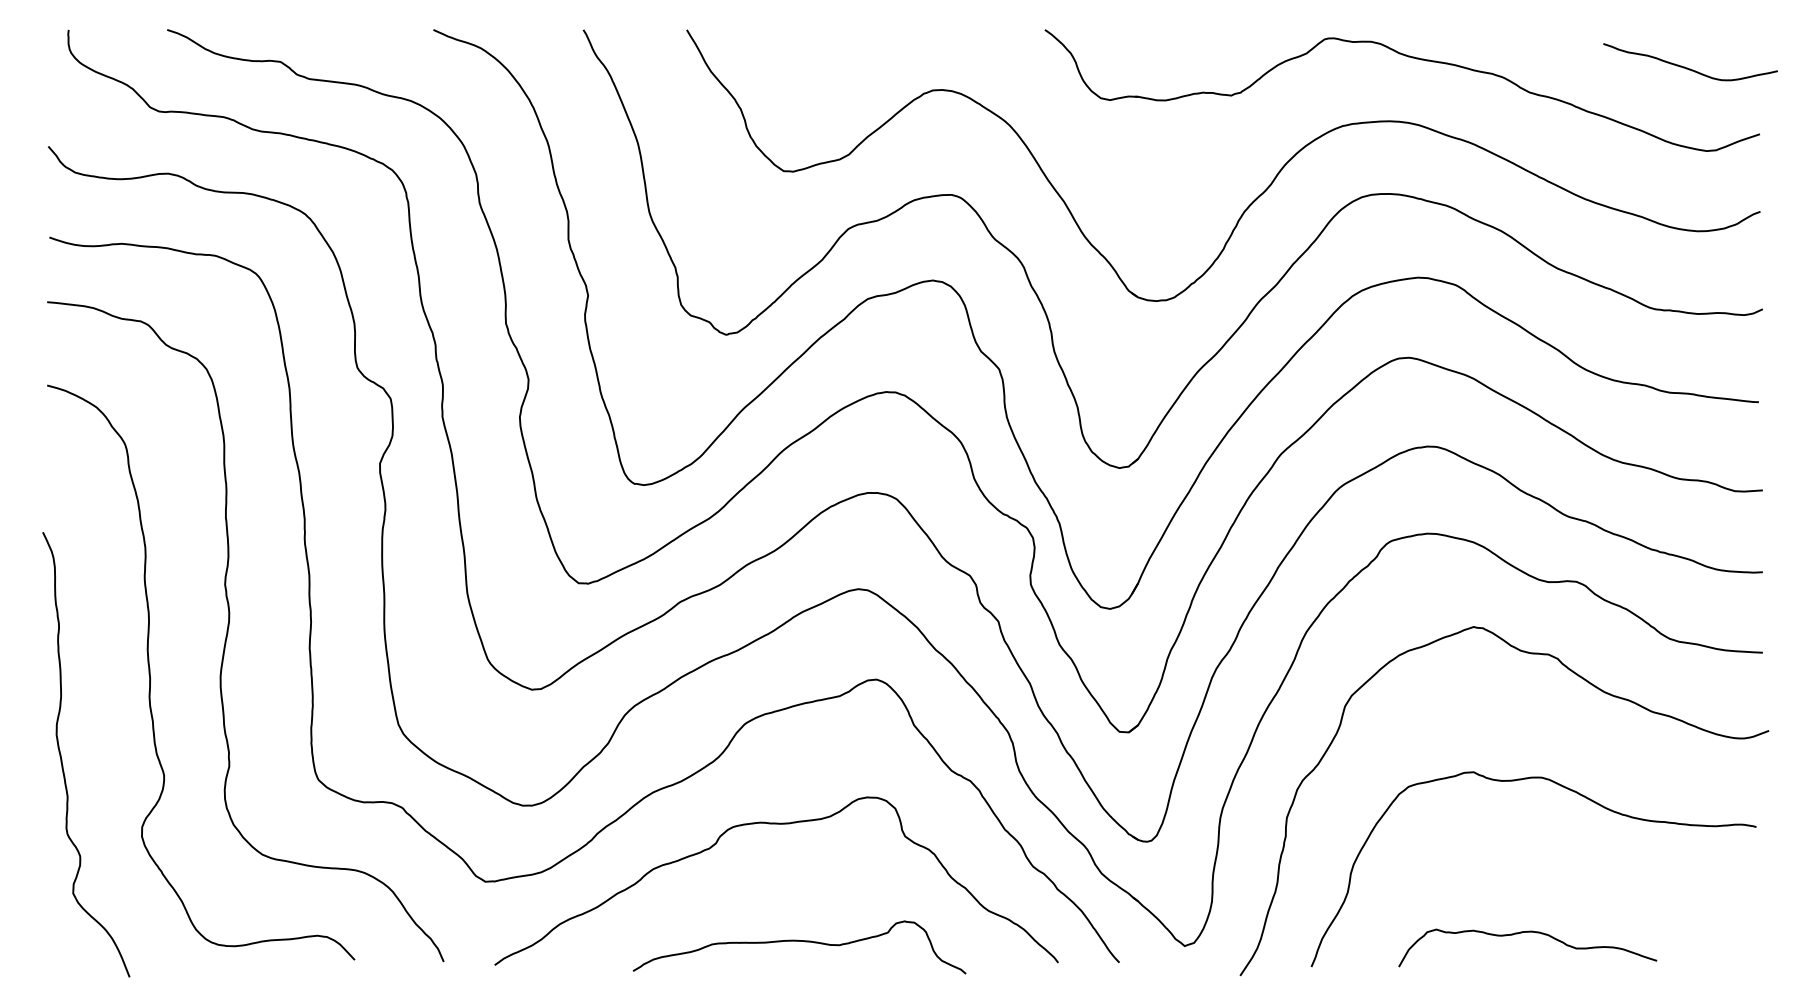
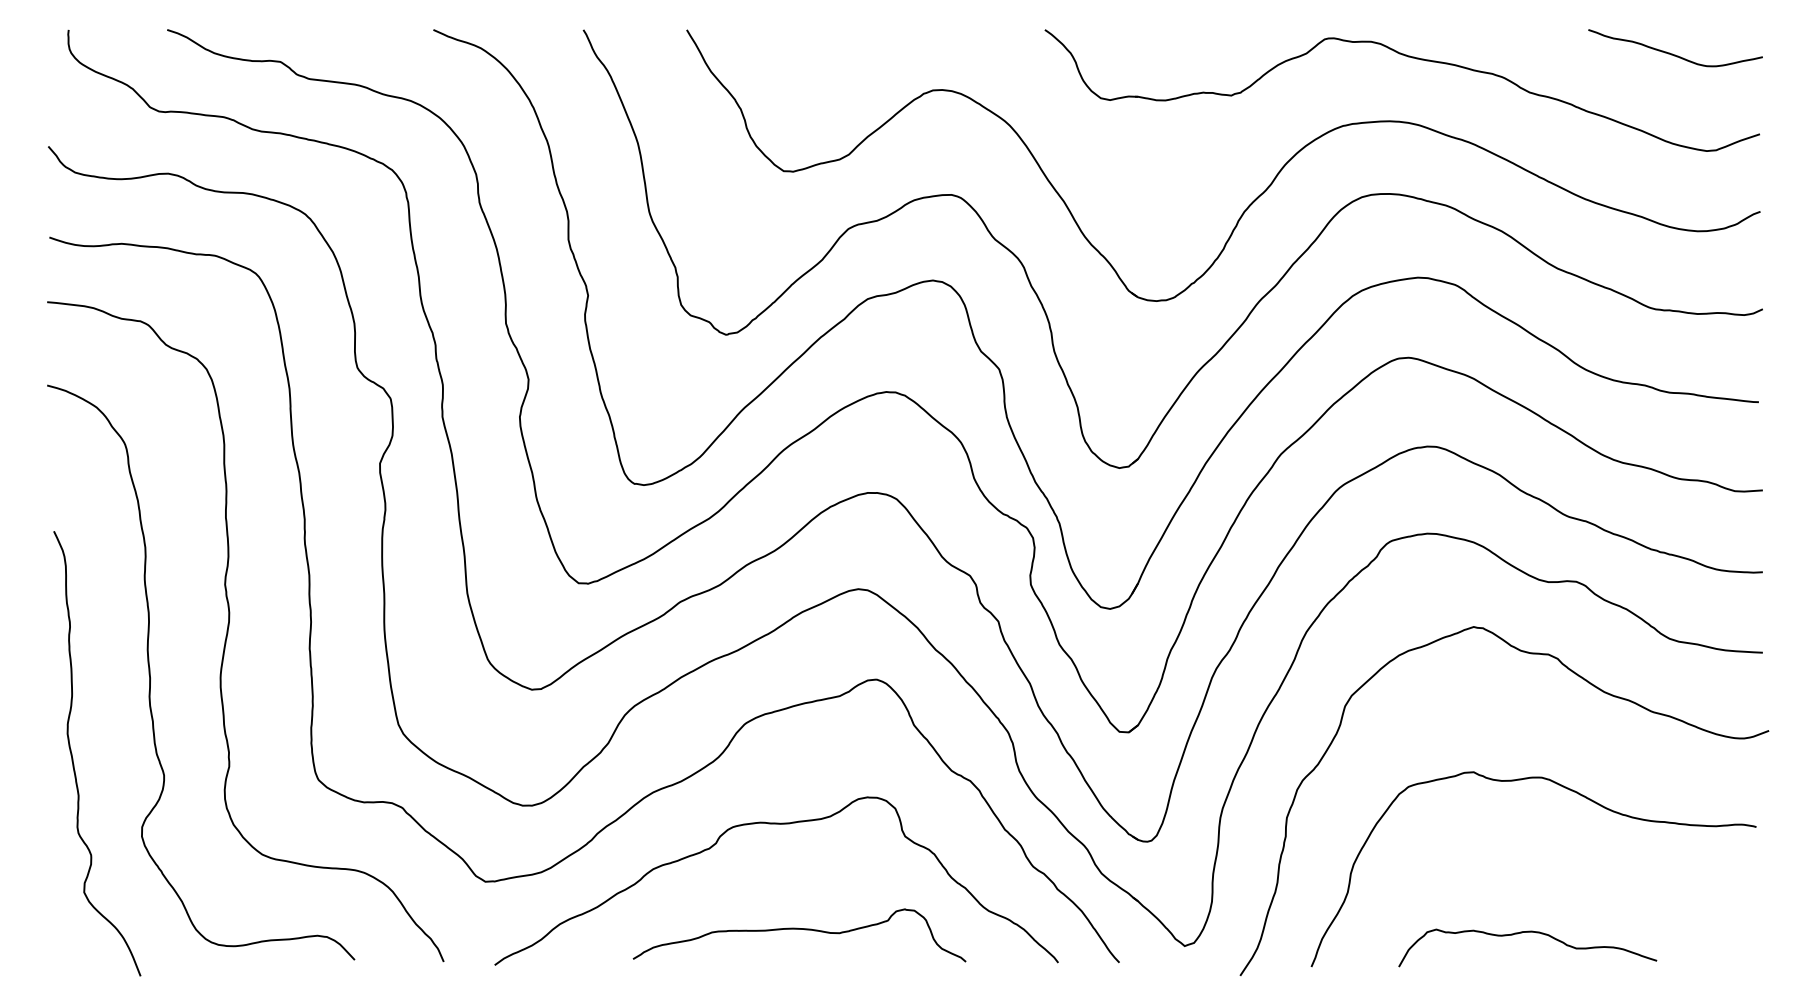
curve at (1687, 67) position: (1687, 67) -> (1672, 53)
curve at (62, 759) position: (62, 759) -> (73, 758)
curve at (799, 941) position: (799, 941) -> (799, 929)
